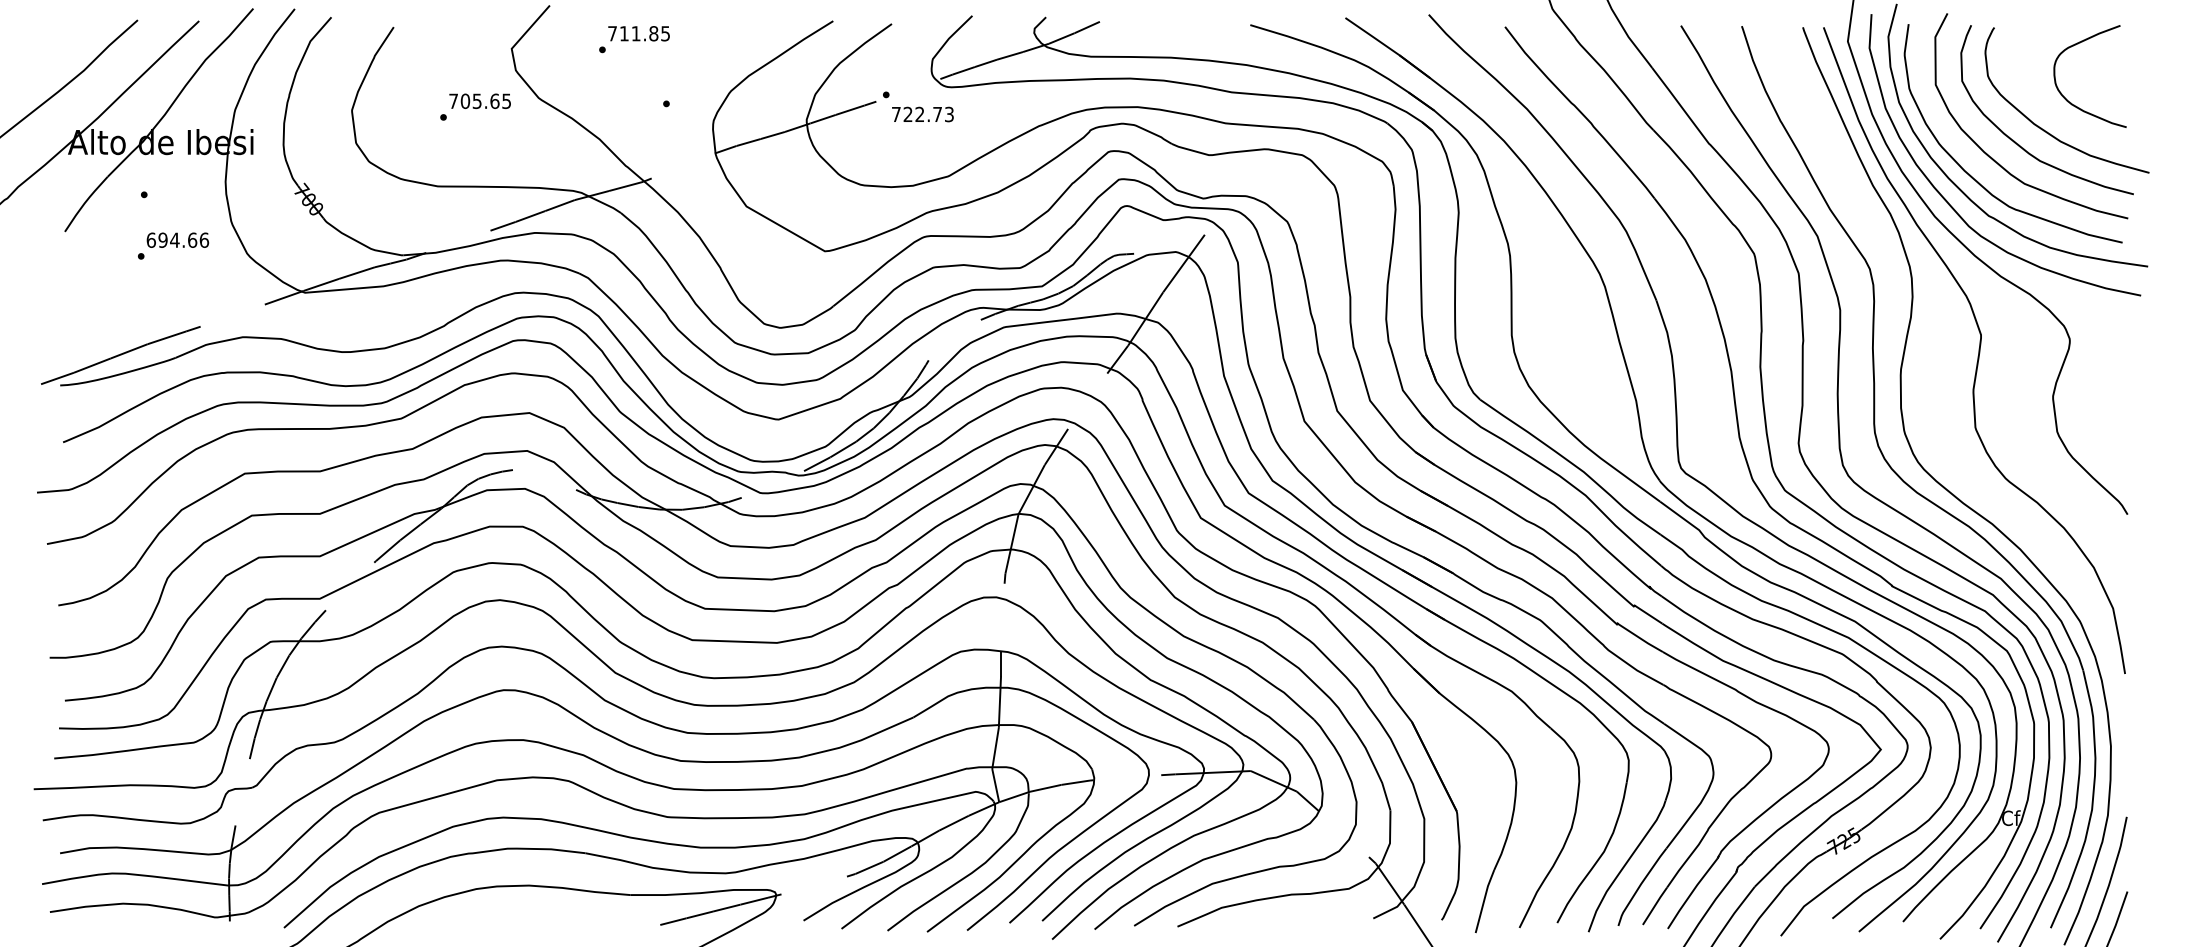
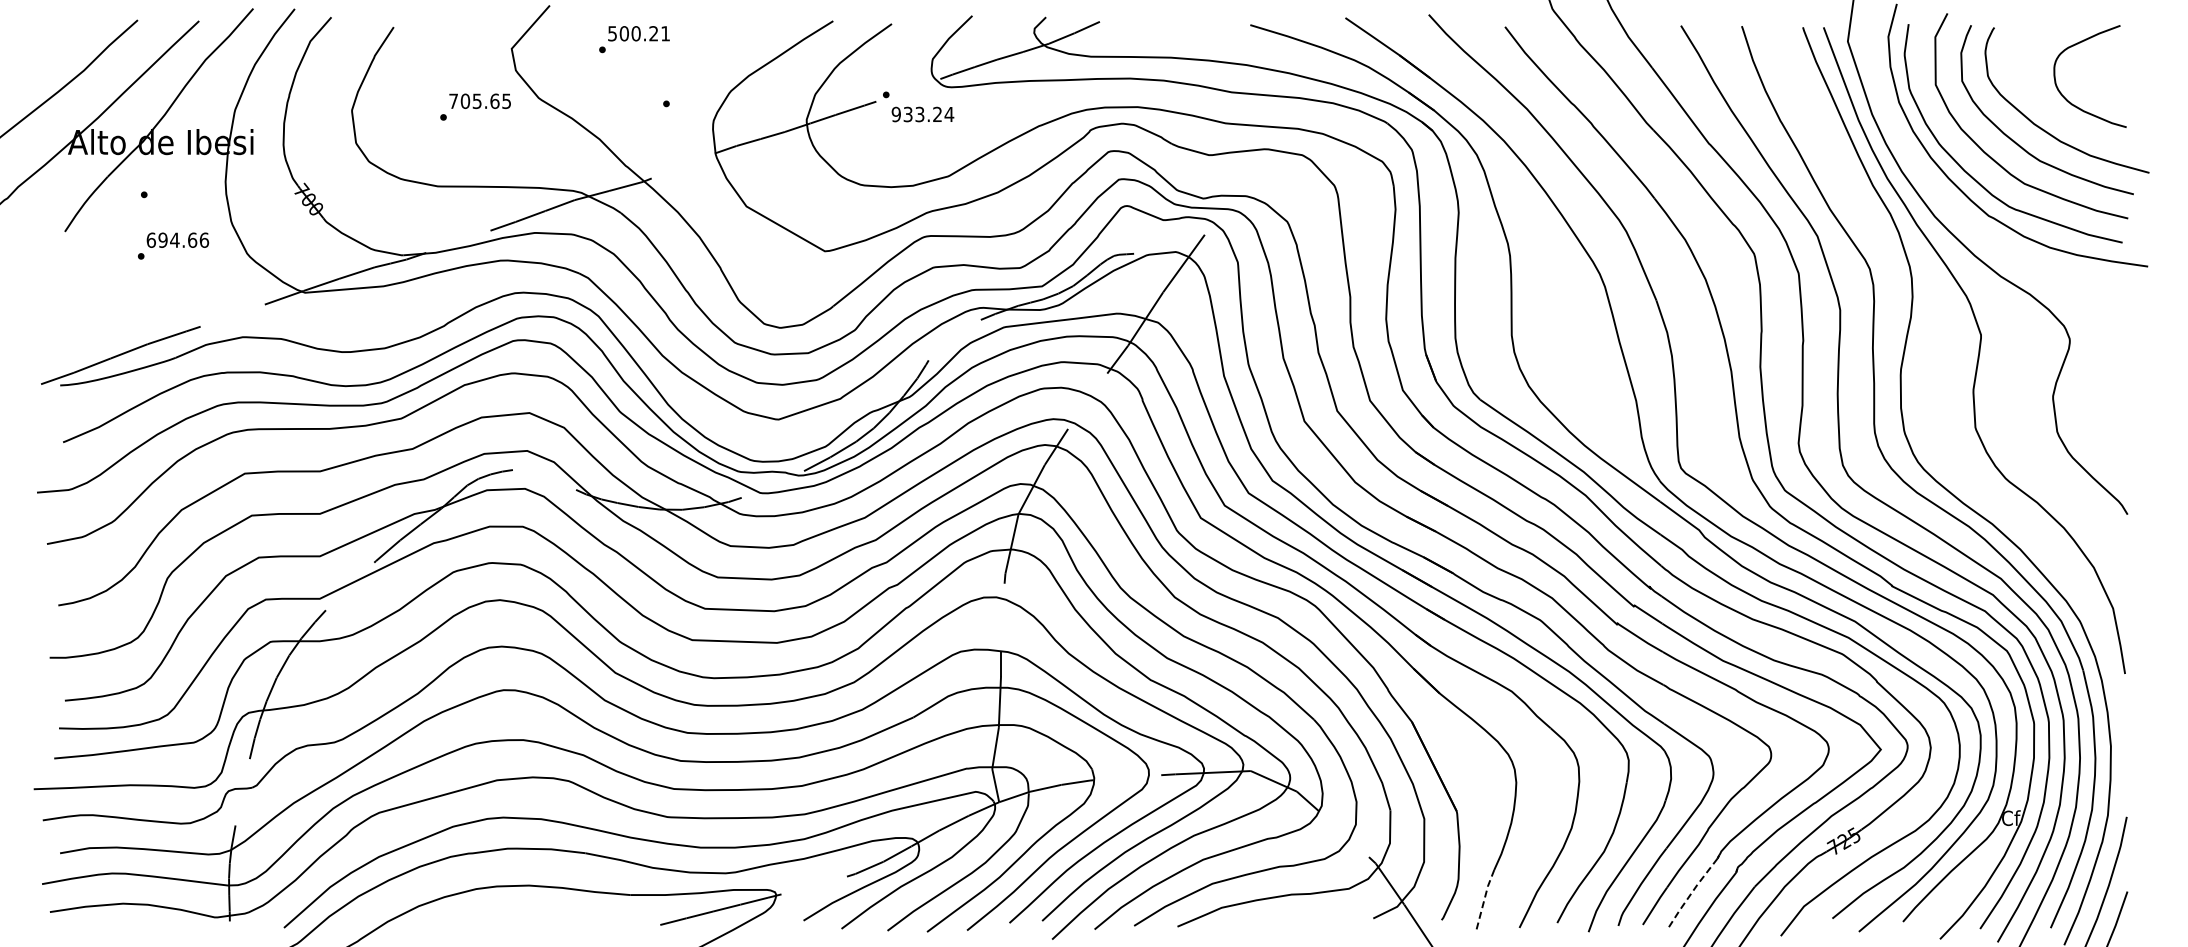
text at (638, 33): 711.85 -> 500.21
text at (922, 114): 722.73 -> 933.24
curve at (1947, 200): present -> none
line at (1691, 892): solid -> dashed
line at (1484, 901): solid -> dashed
